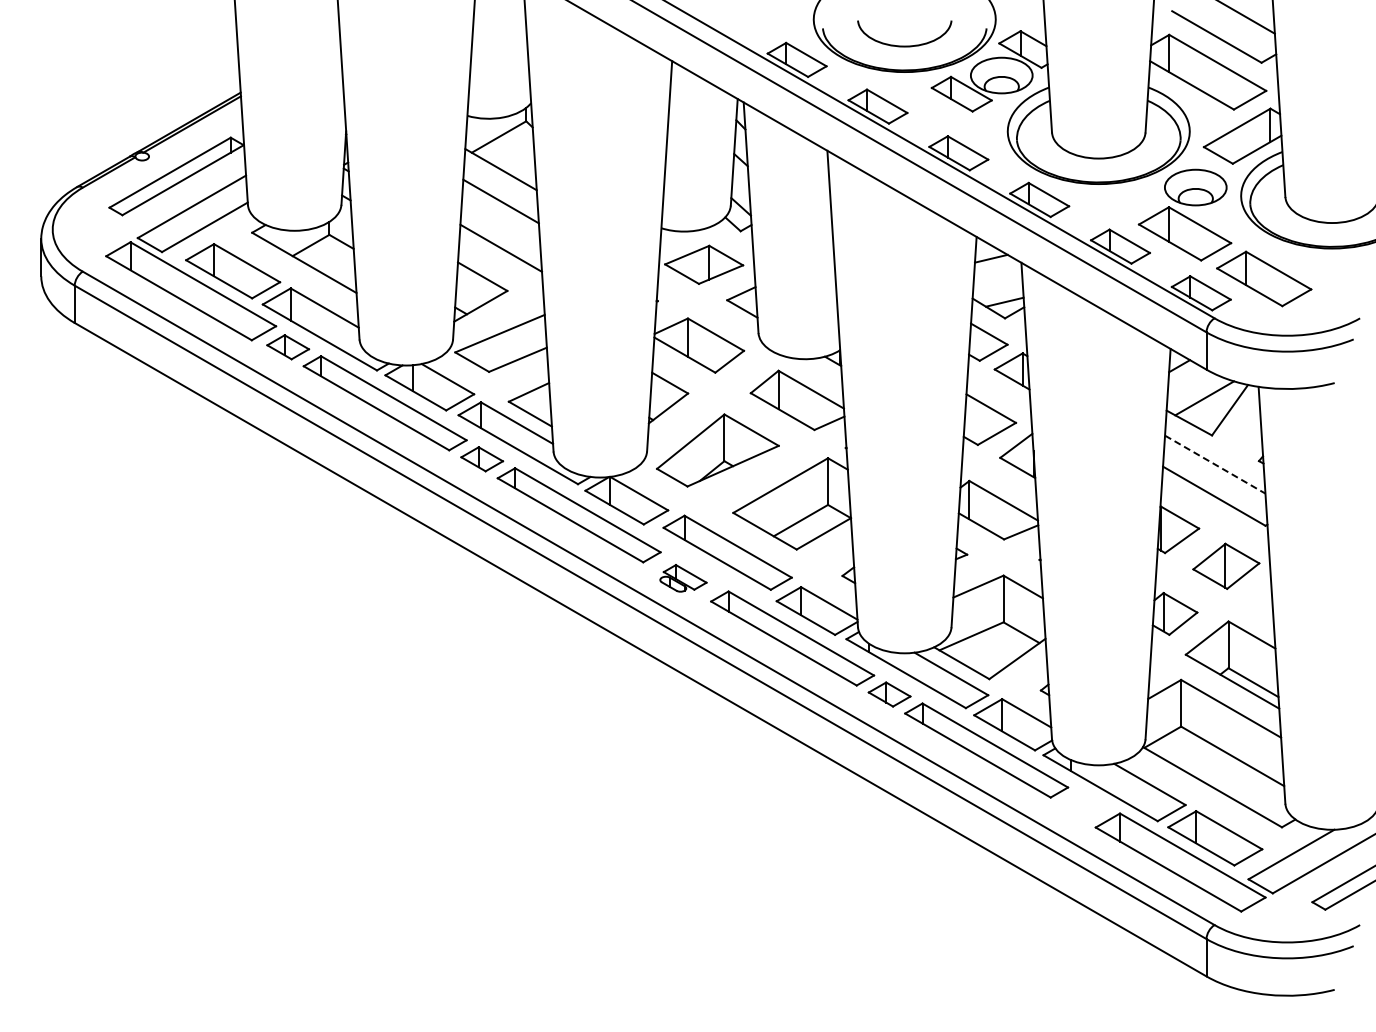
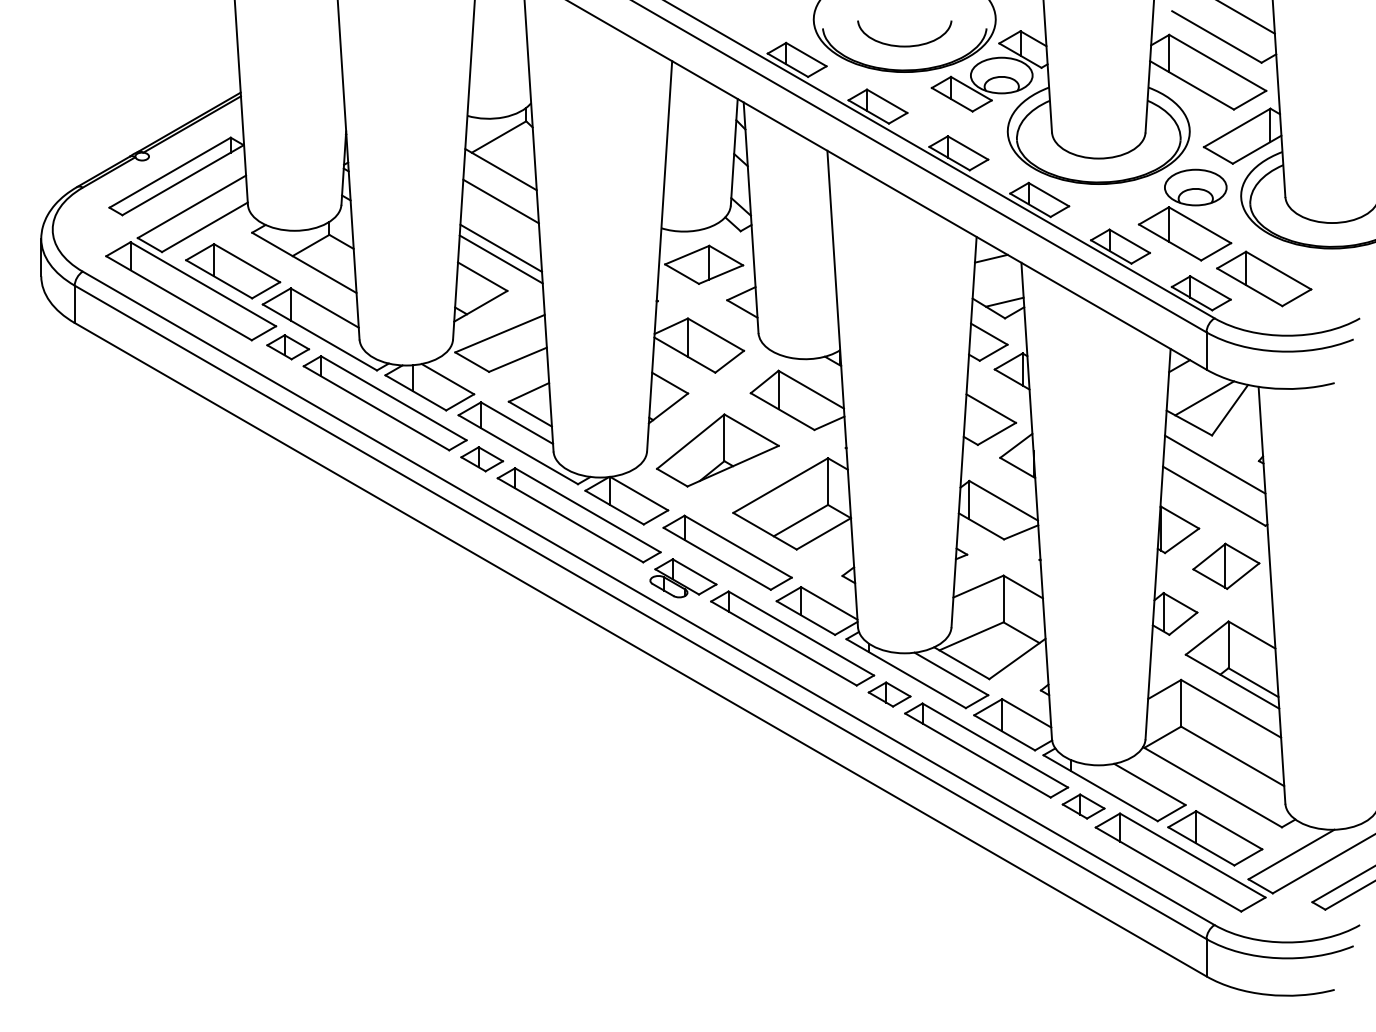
line at (500, 259): none -> present
line at (1215, 464): dashed -> solid
part at (683, 578) size: 49x29 px -> 69x41 px
part at (1083, 806): none -> present
